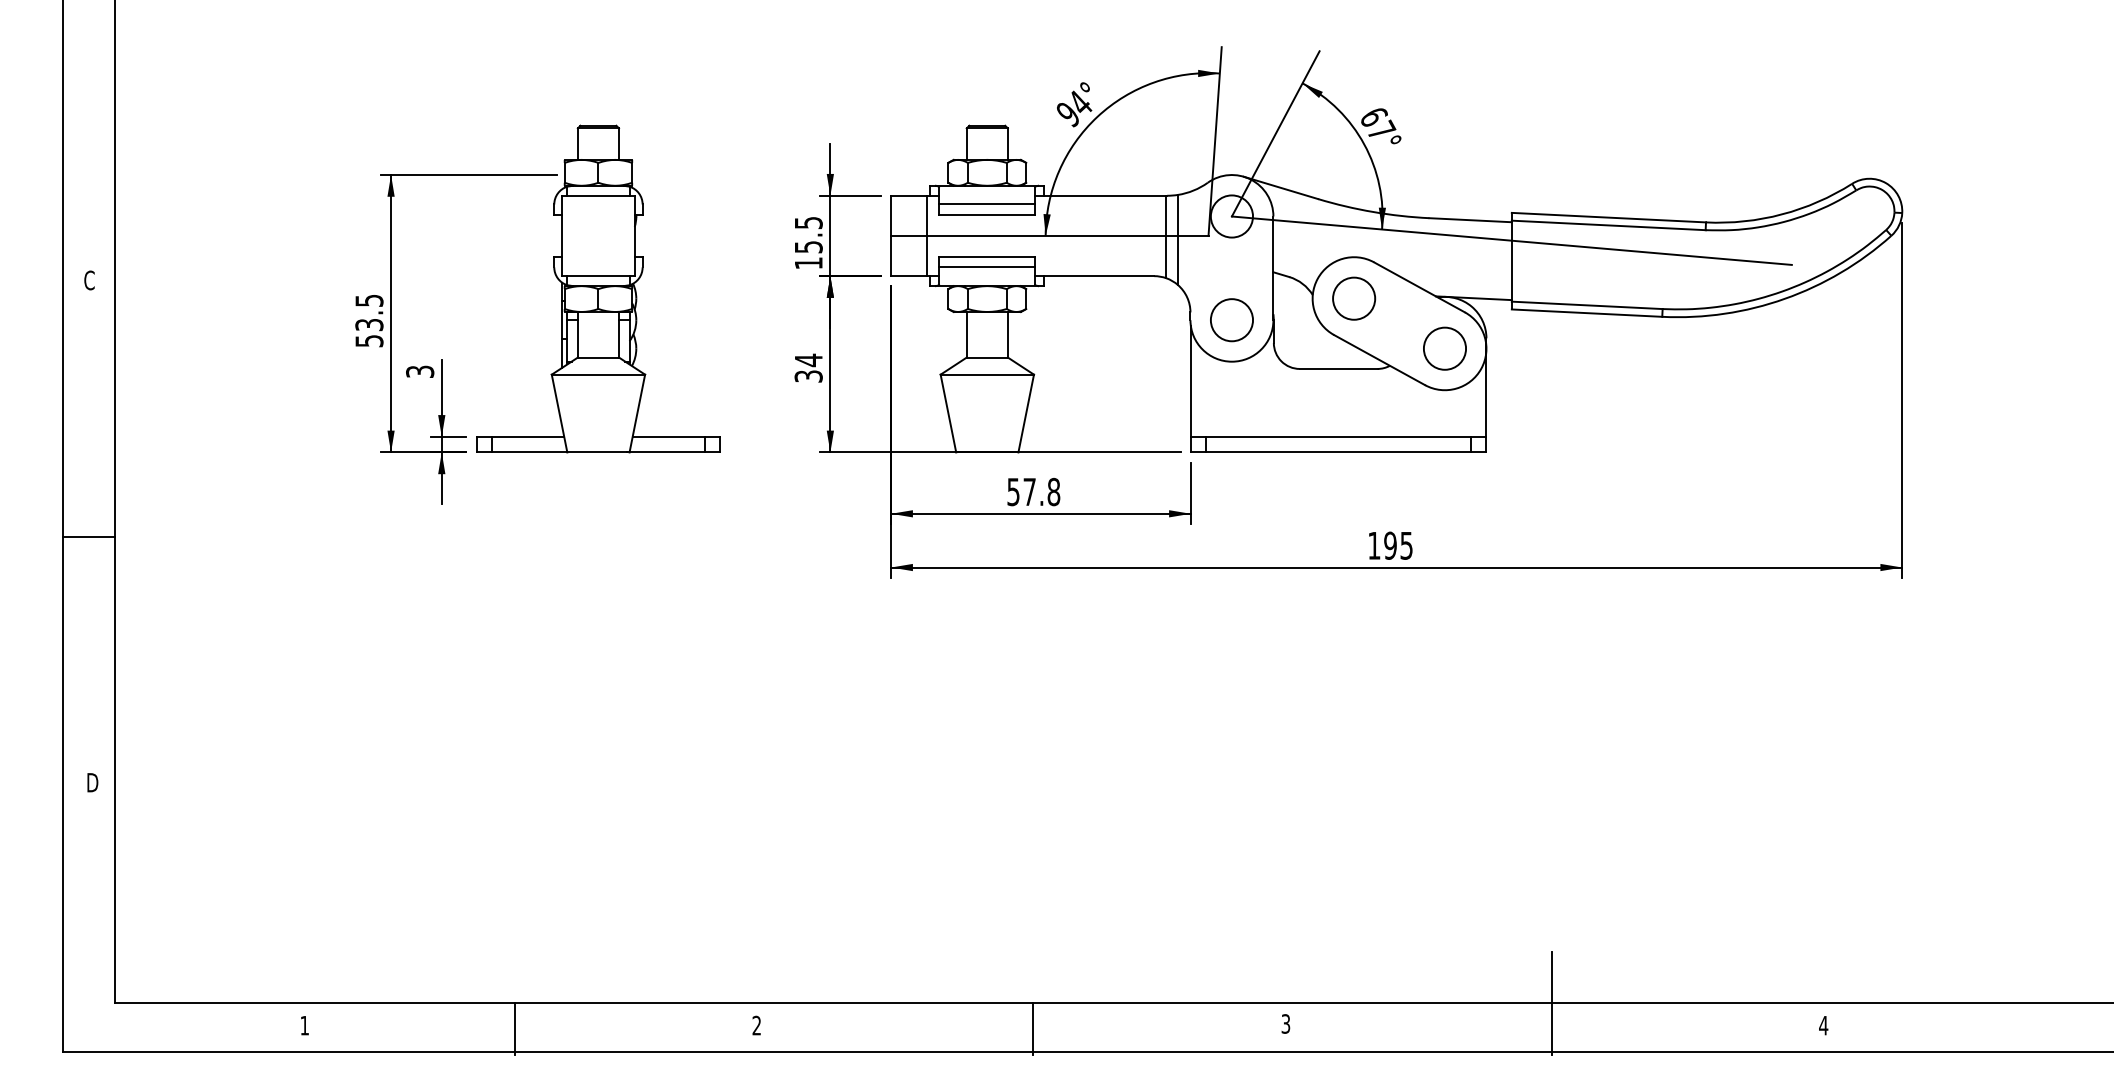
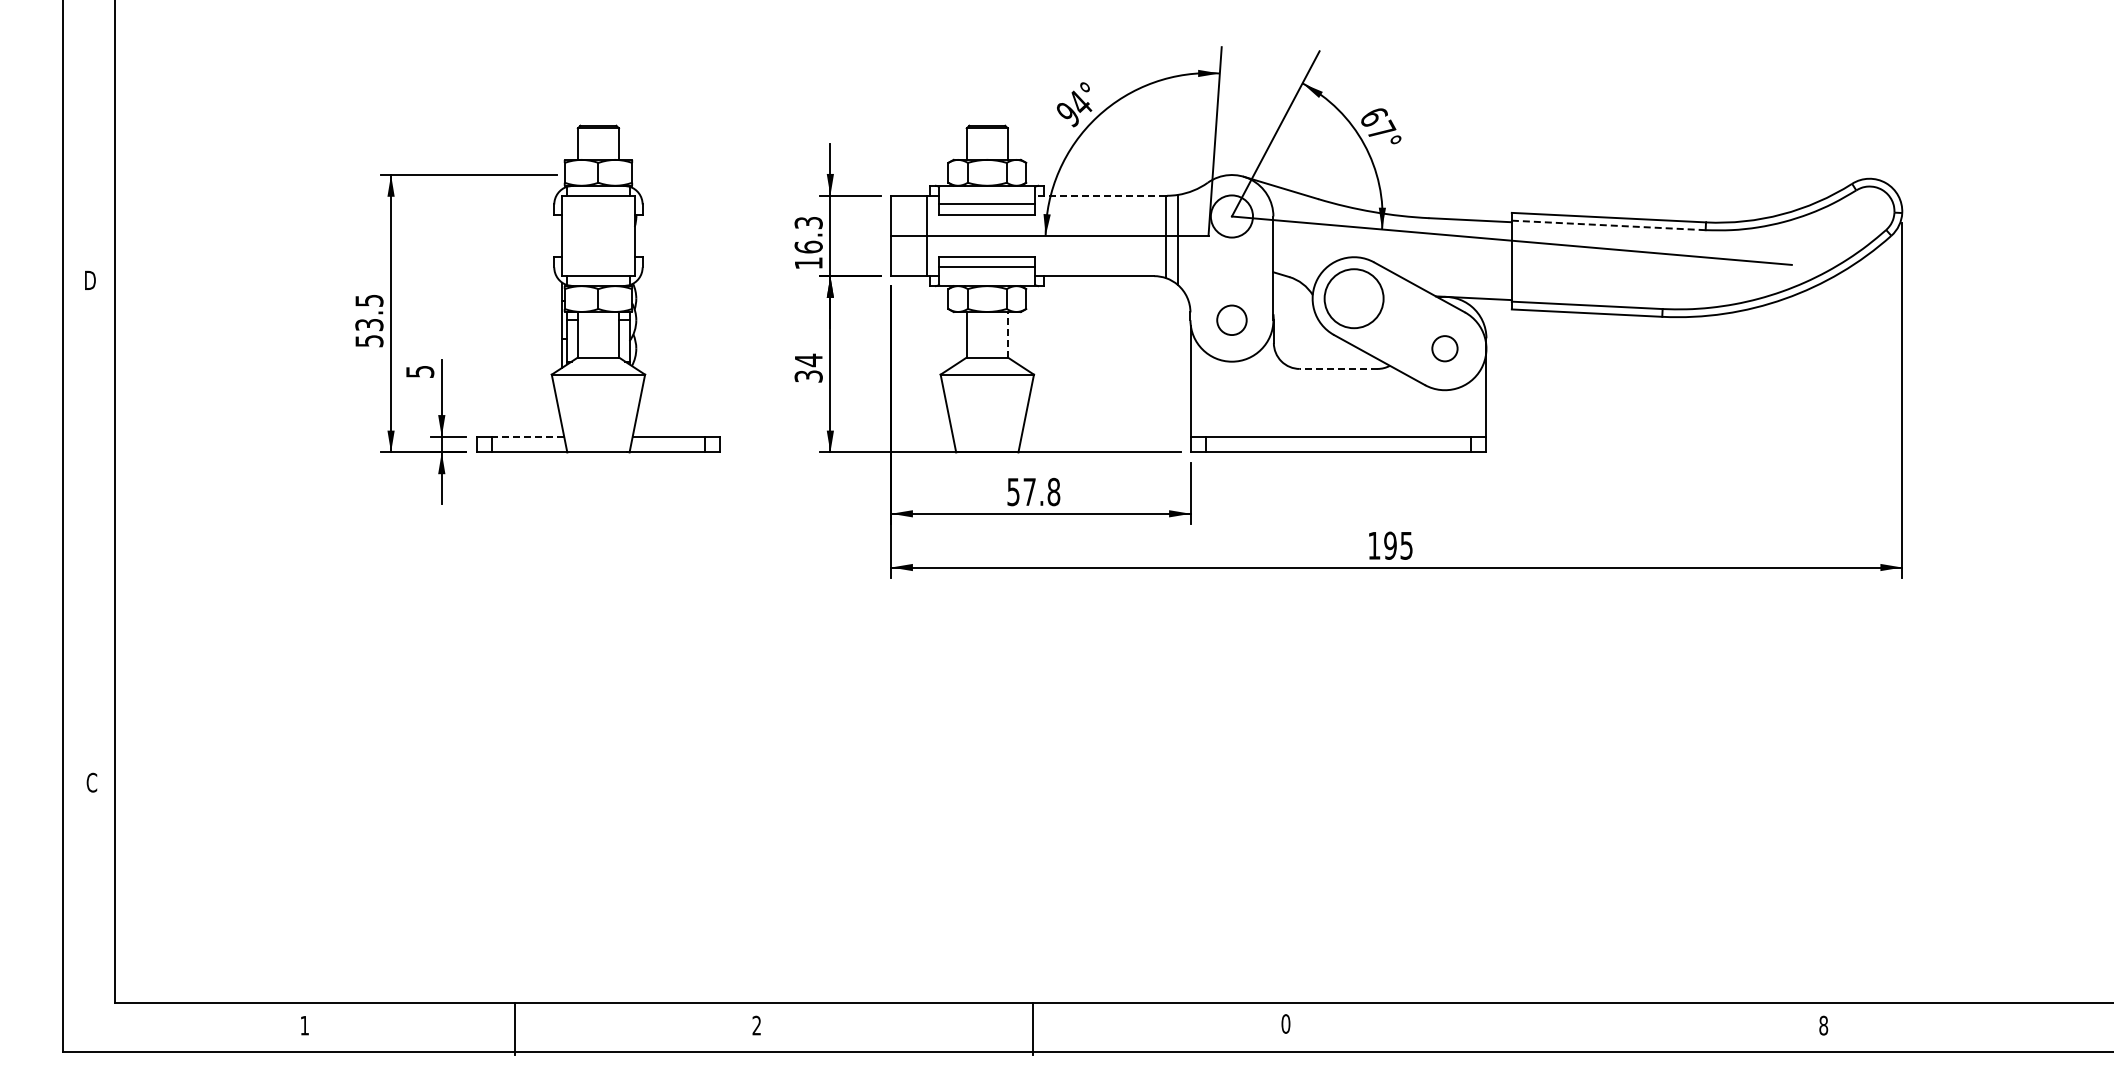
line at (1100, 195): solid -> dashed
line at (1608, 225): solid -> dashed
text at (808, 235): 15.5 -> 16.3
text at (89, 280): C -> D
circle at (1354, 298) diameter: 42 px -> 59 px
circle at (1231, 320) size: 44x45 px -> 32x32 px
line at (1007, 334): solid -> dashed
circle at (1444, 348) diameter: 42 px -> 25 px
line at (1338, 368): solid -> dashed
text at (419, 371): 3 -> 5
line at (527, 436): solid -> dashed
line at (89, 536): present -> none
text at (92, 782): D -> C
line at (1551, 1003): present -> none
text at (1285, 1023): 3 -> 0
text at (1823, 1025): 4 -> 8
